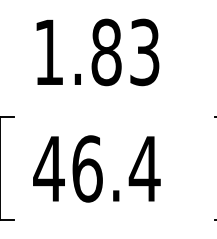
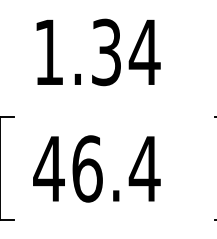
text at (125, 52): 1.83 -> 1.34
